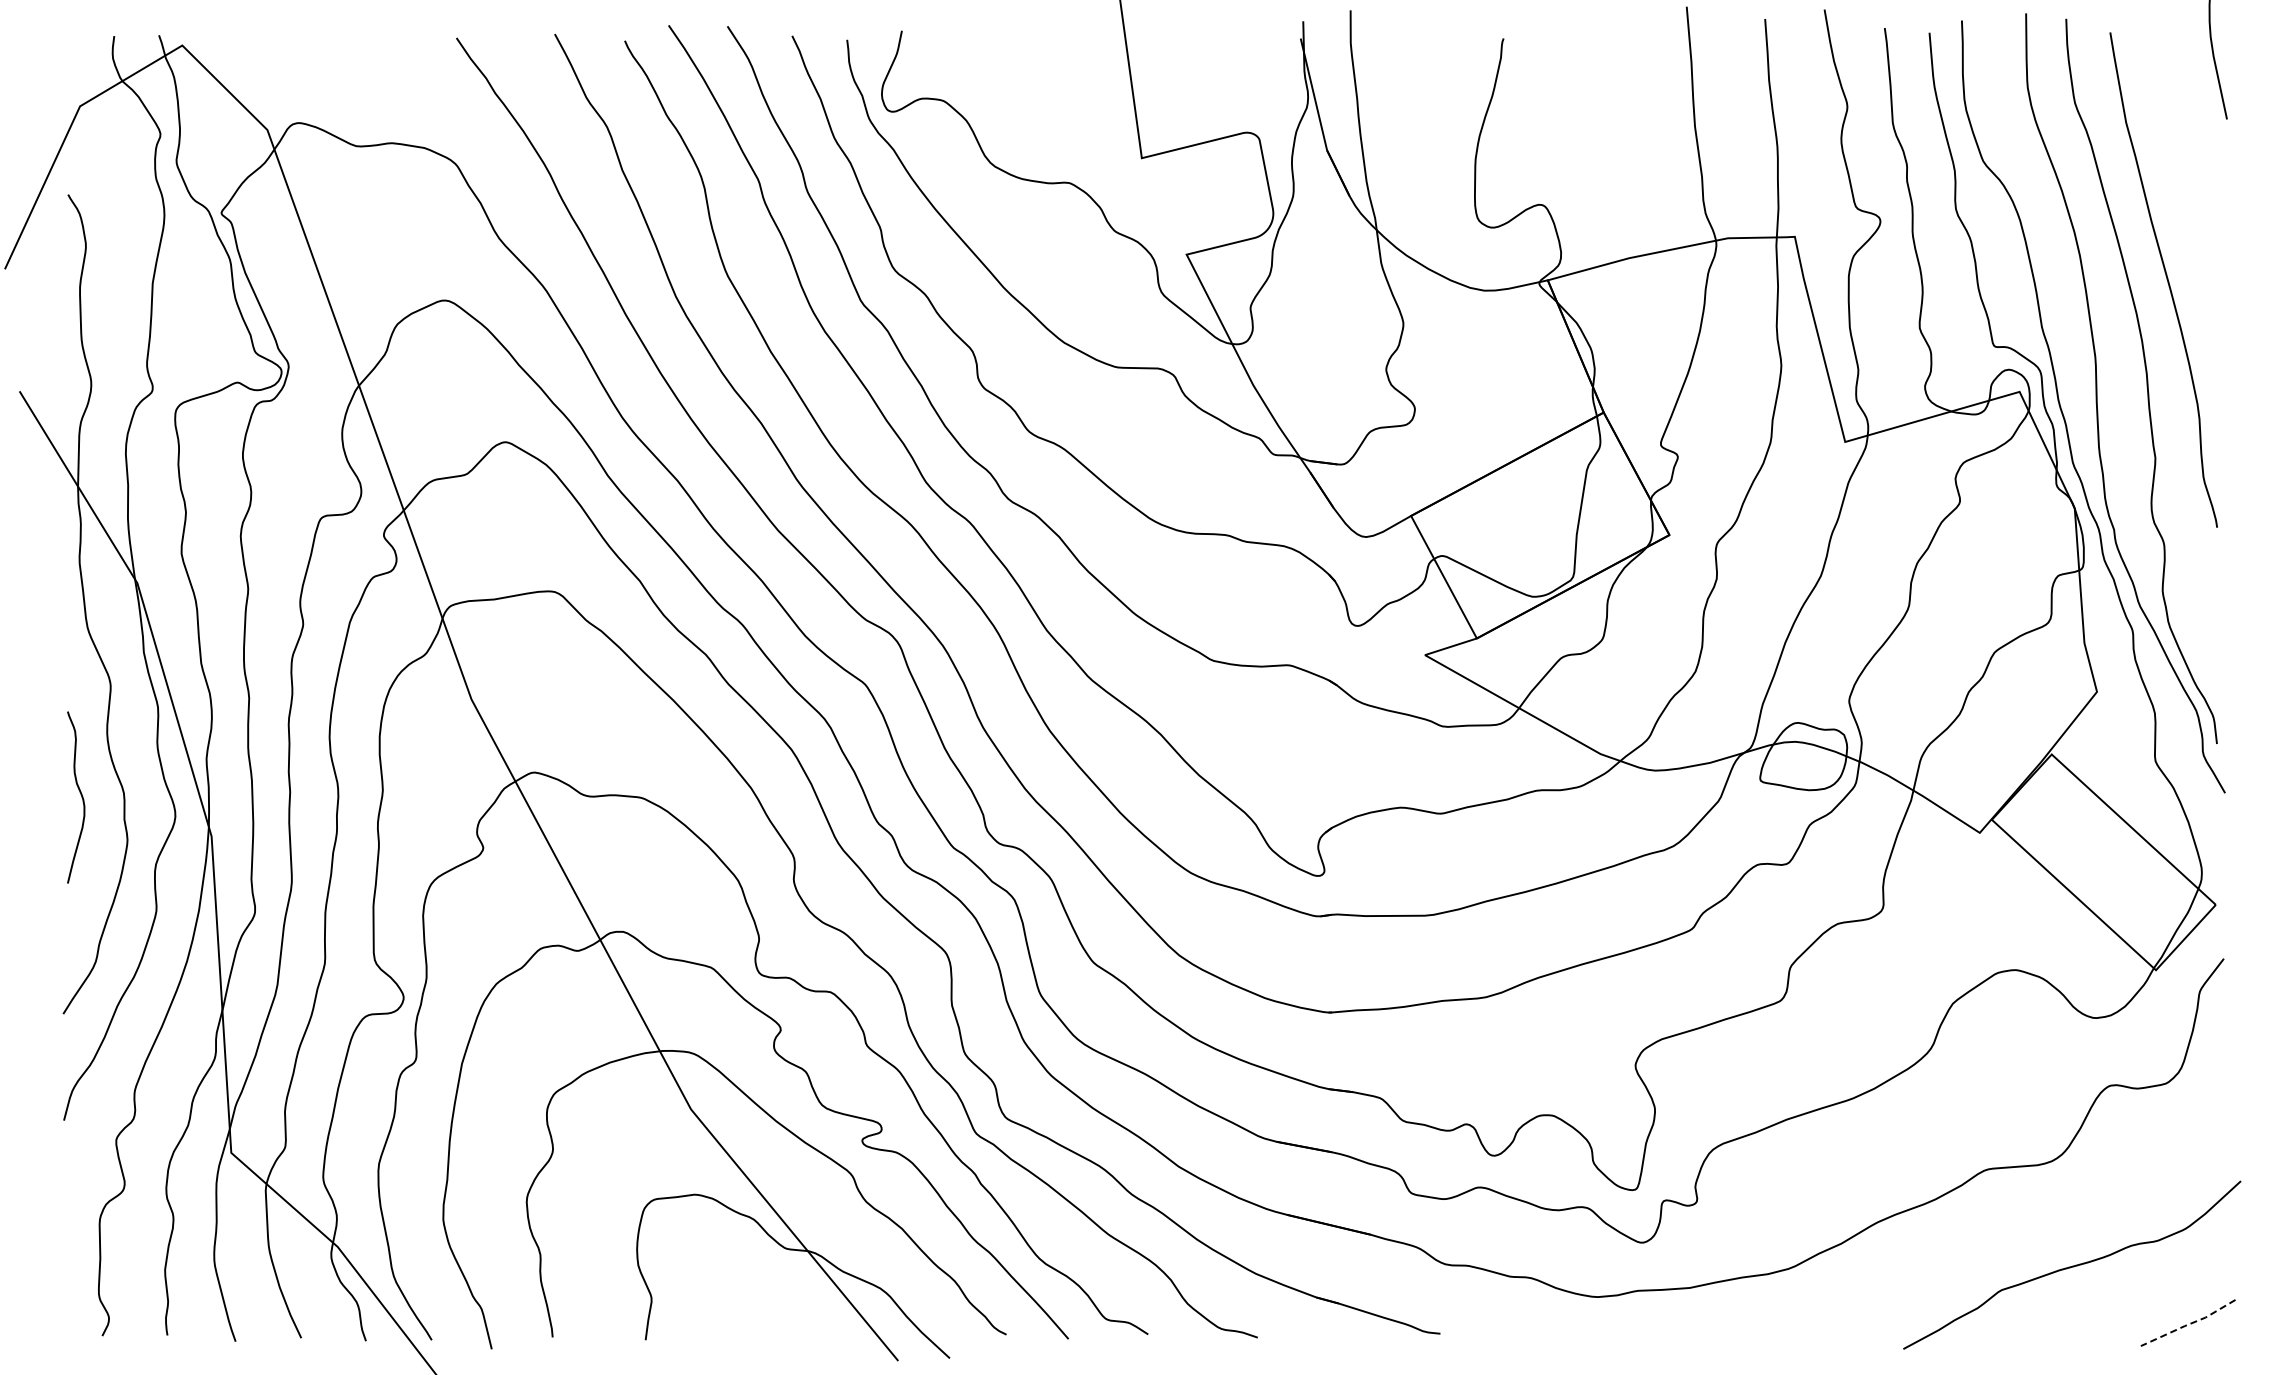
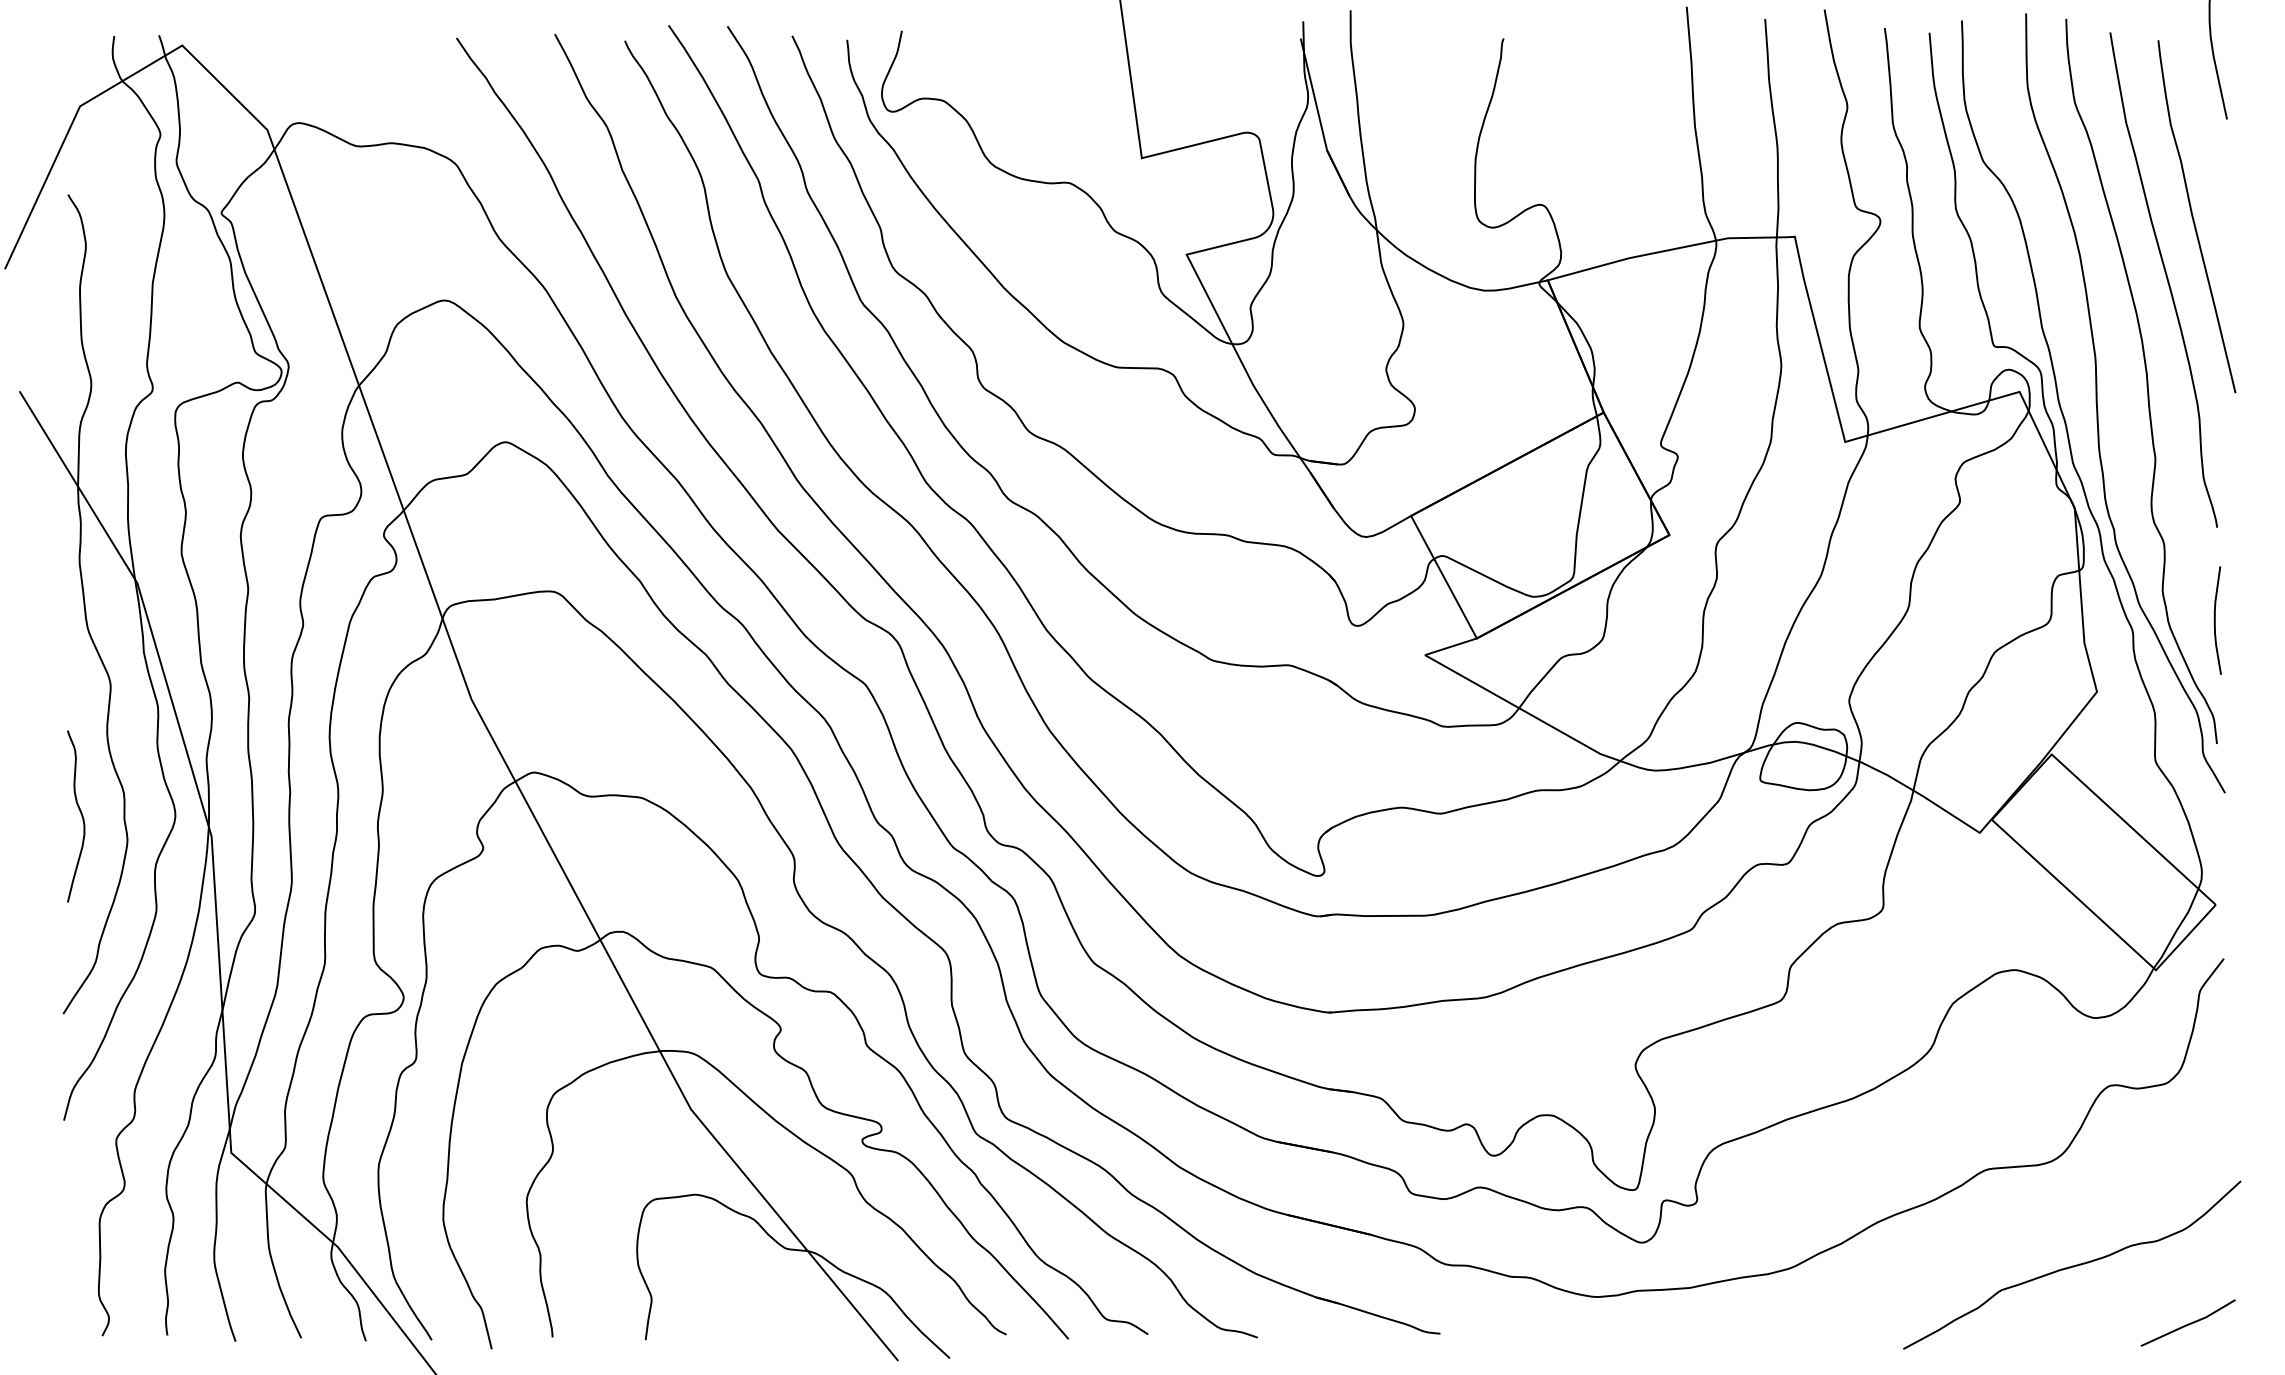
curve at (2193, 216): none -> present
curve at (2215, 620): none -> present
curve at (80, 795) position: (80, 795) -> (80, 814)
line at (2188, 1324): dashed -> solid
